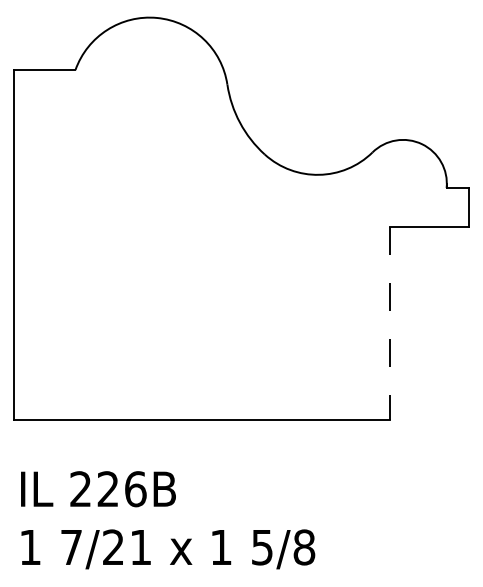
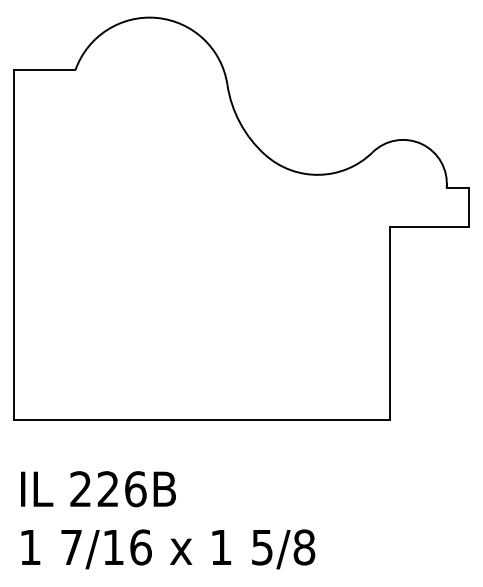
line at (390, 323): dashed -> solid
text at (127, 547): 7/21 -> 7/16
